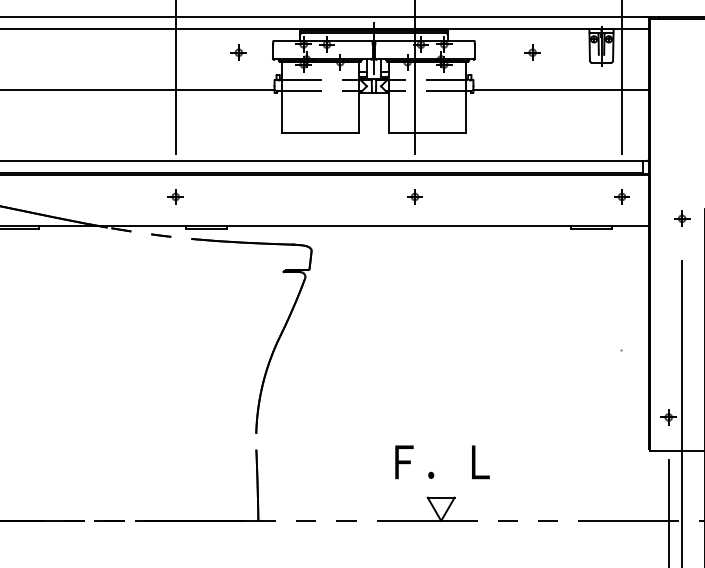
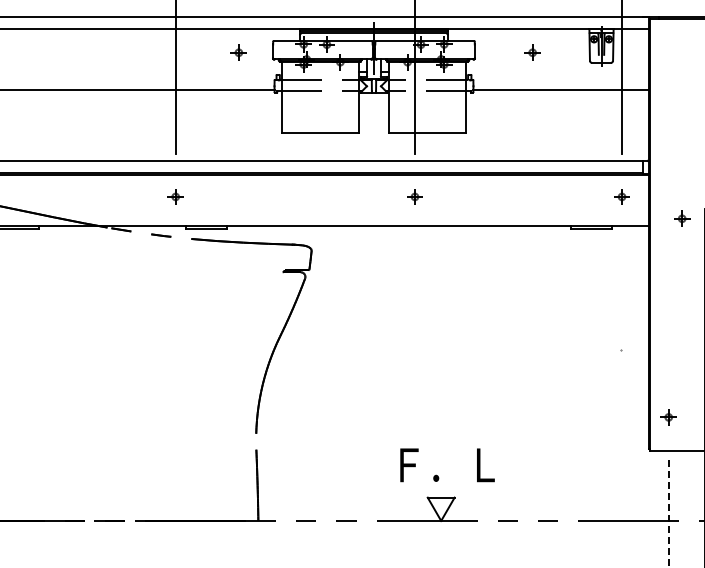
line at (682, 412): present -> none
text at (442, 462) position: (442, 462) -> (447, 465)
line at (668, 513): solid -> dashed
